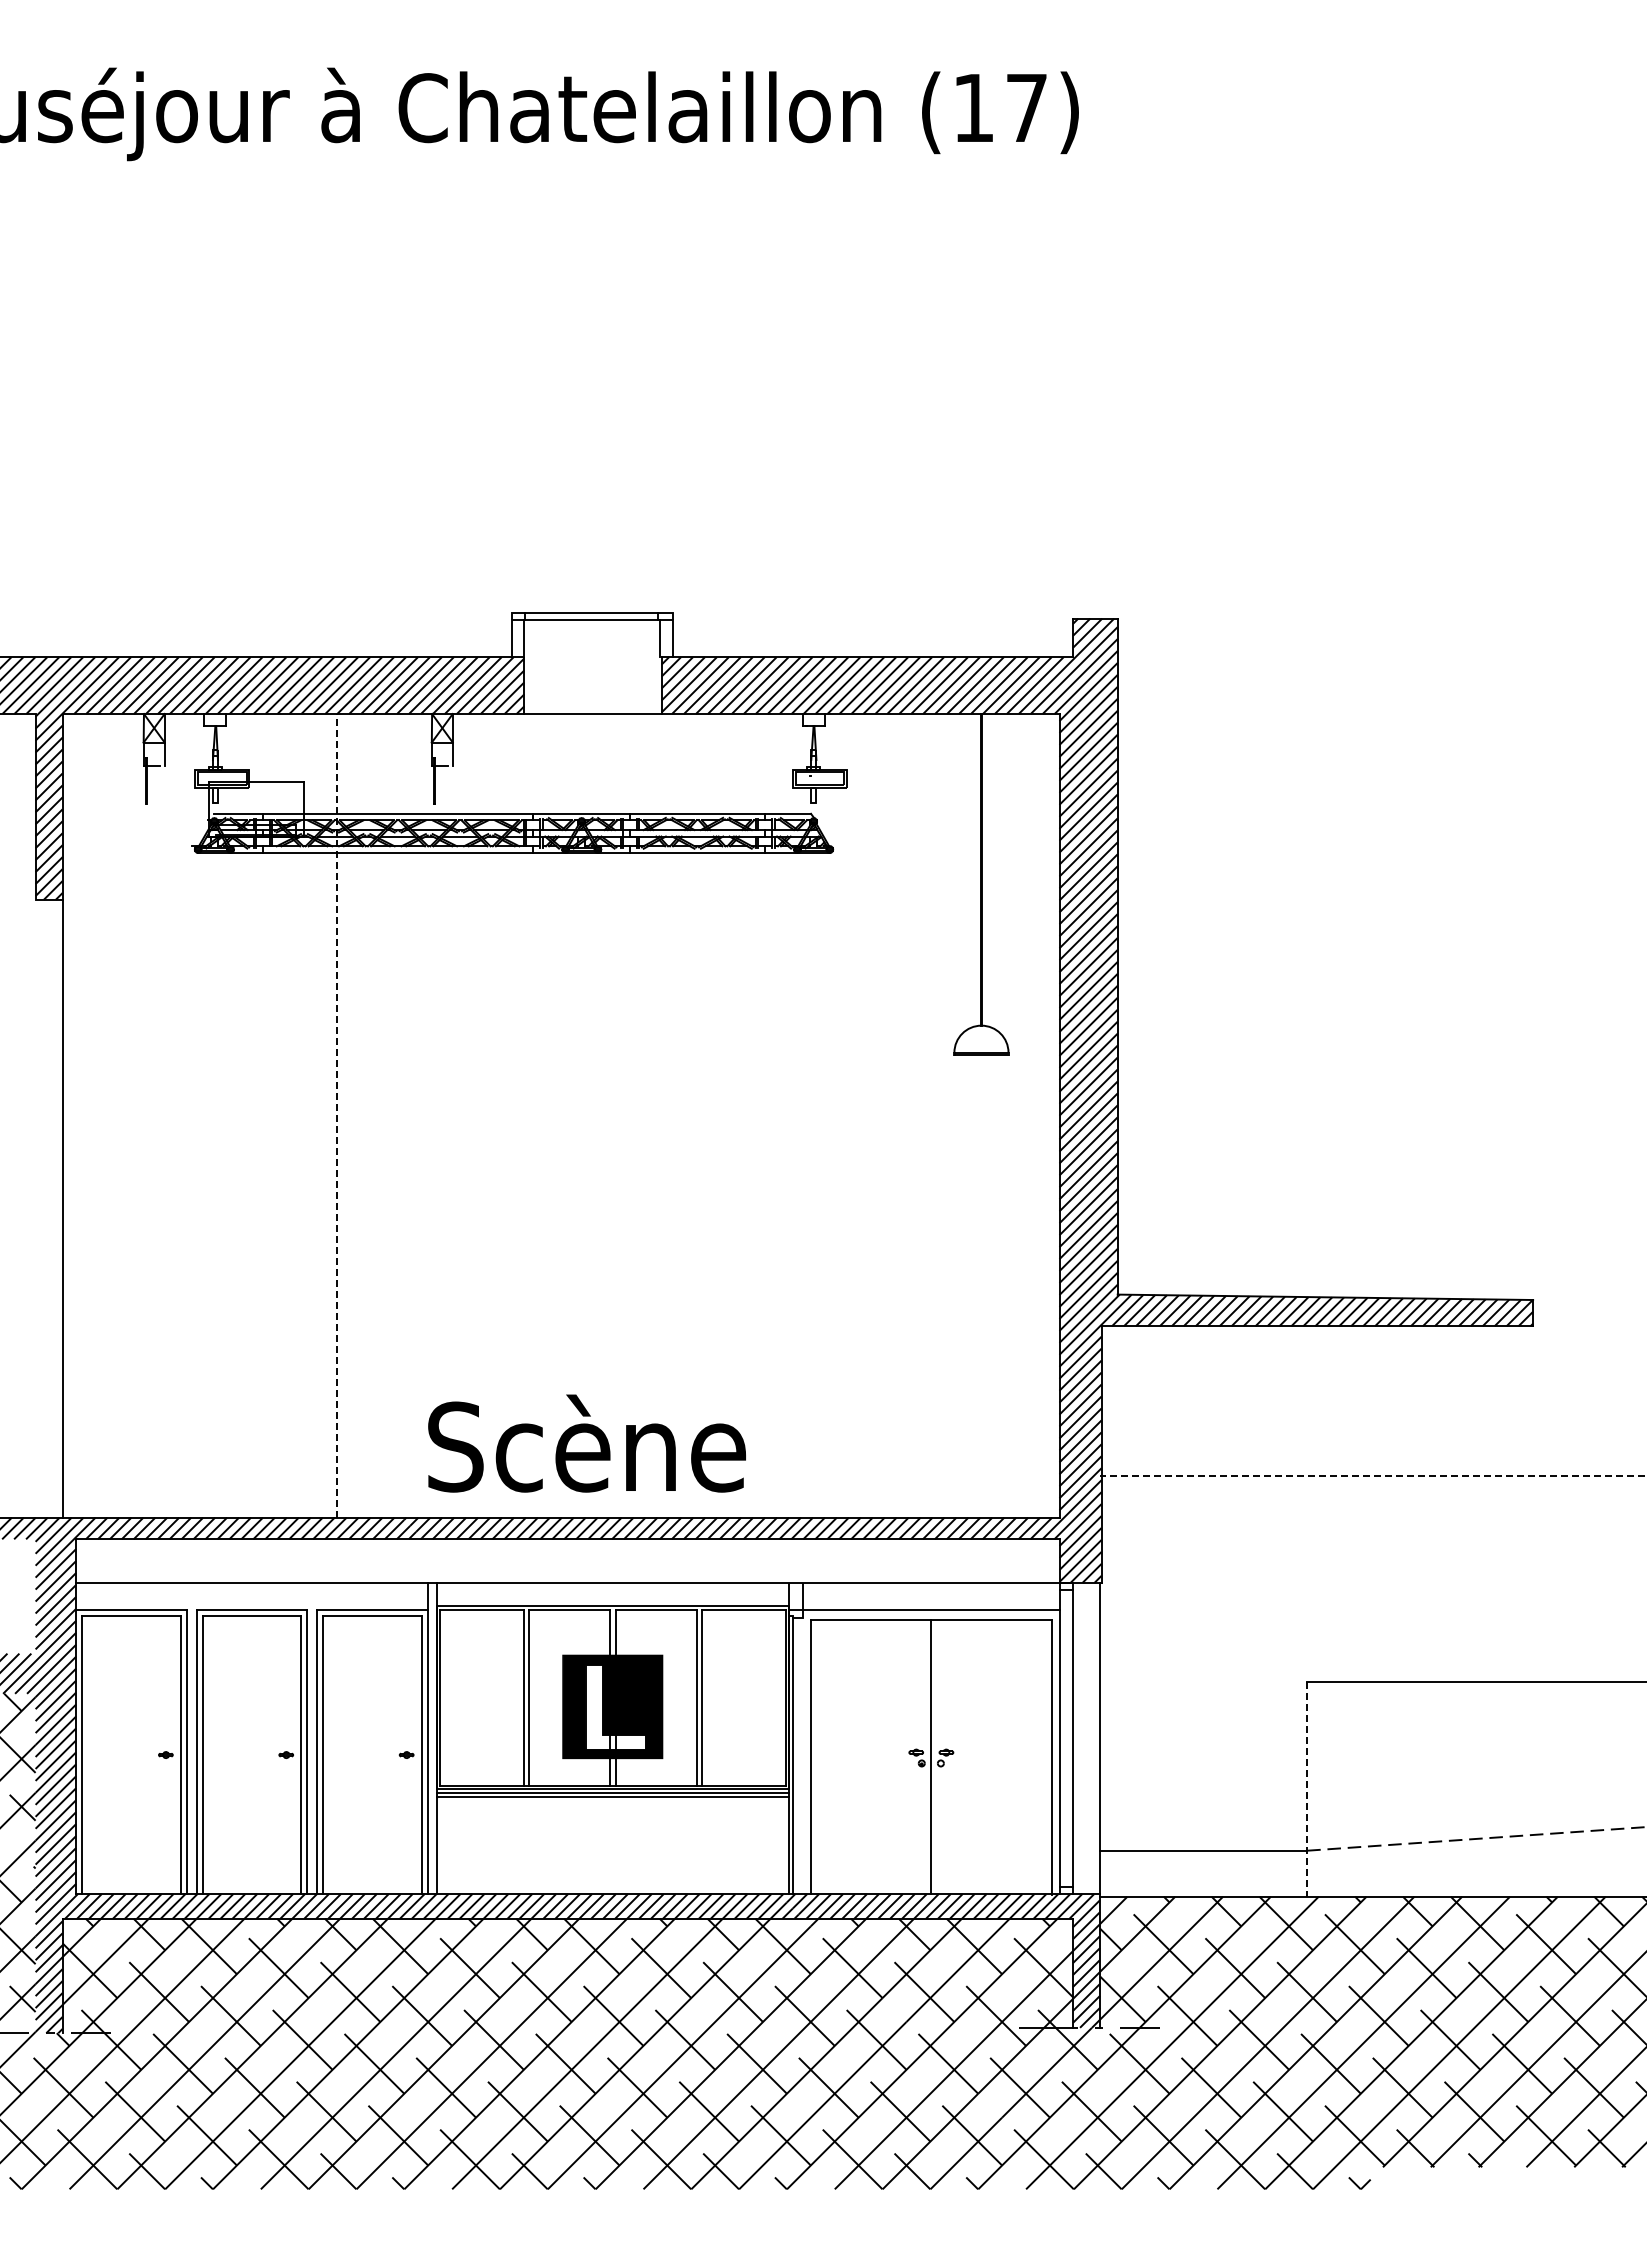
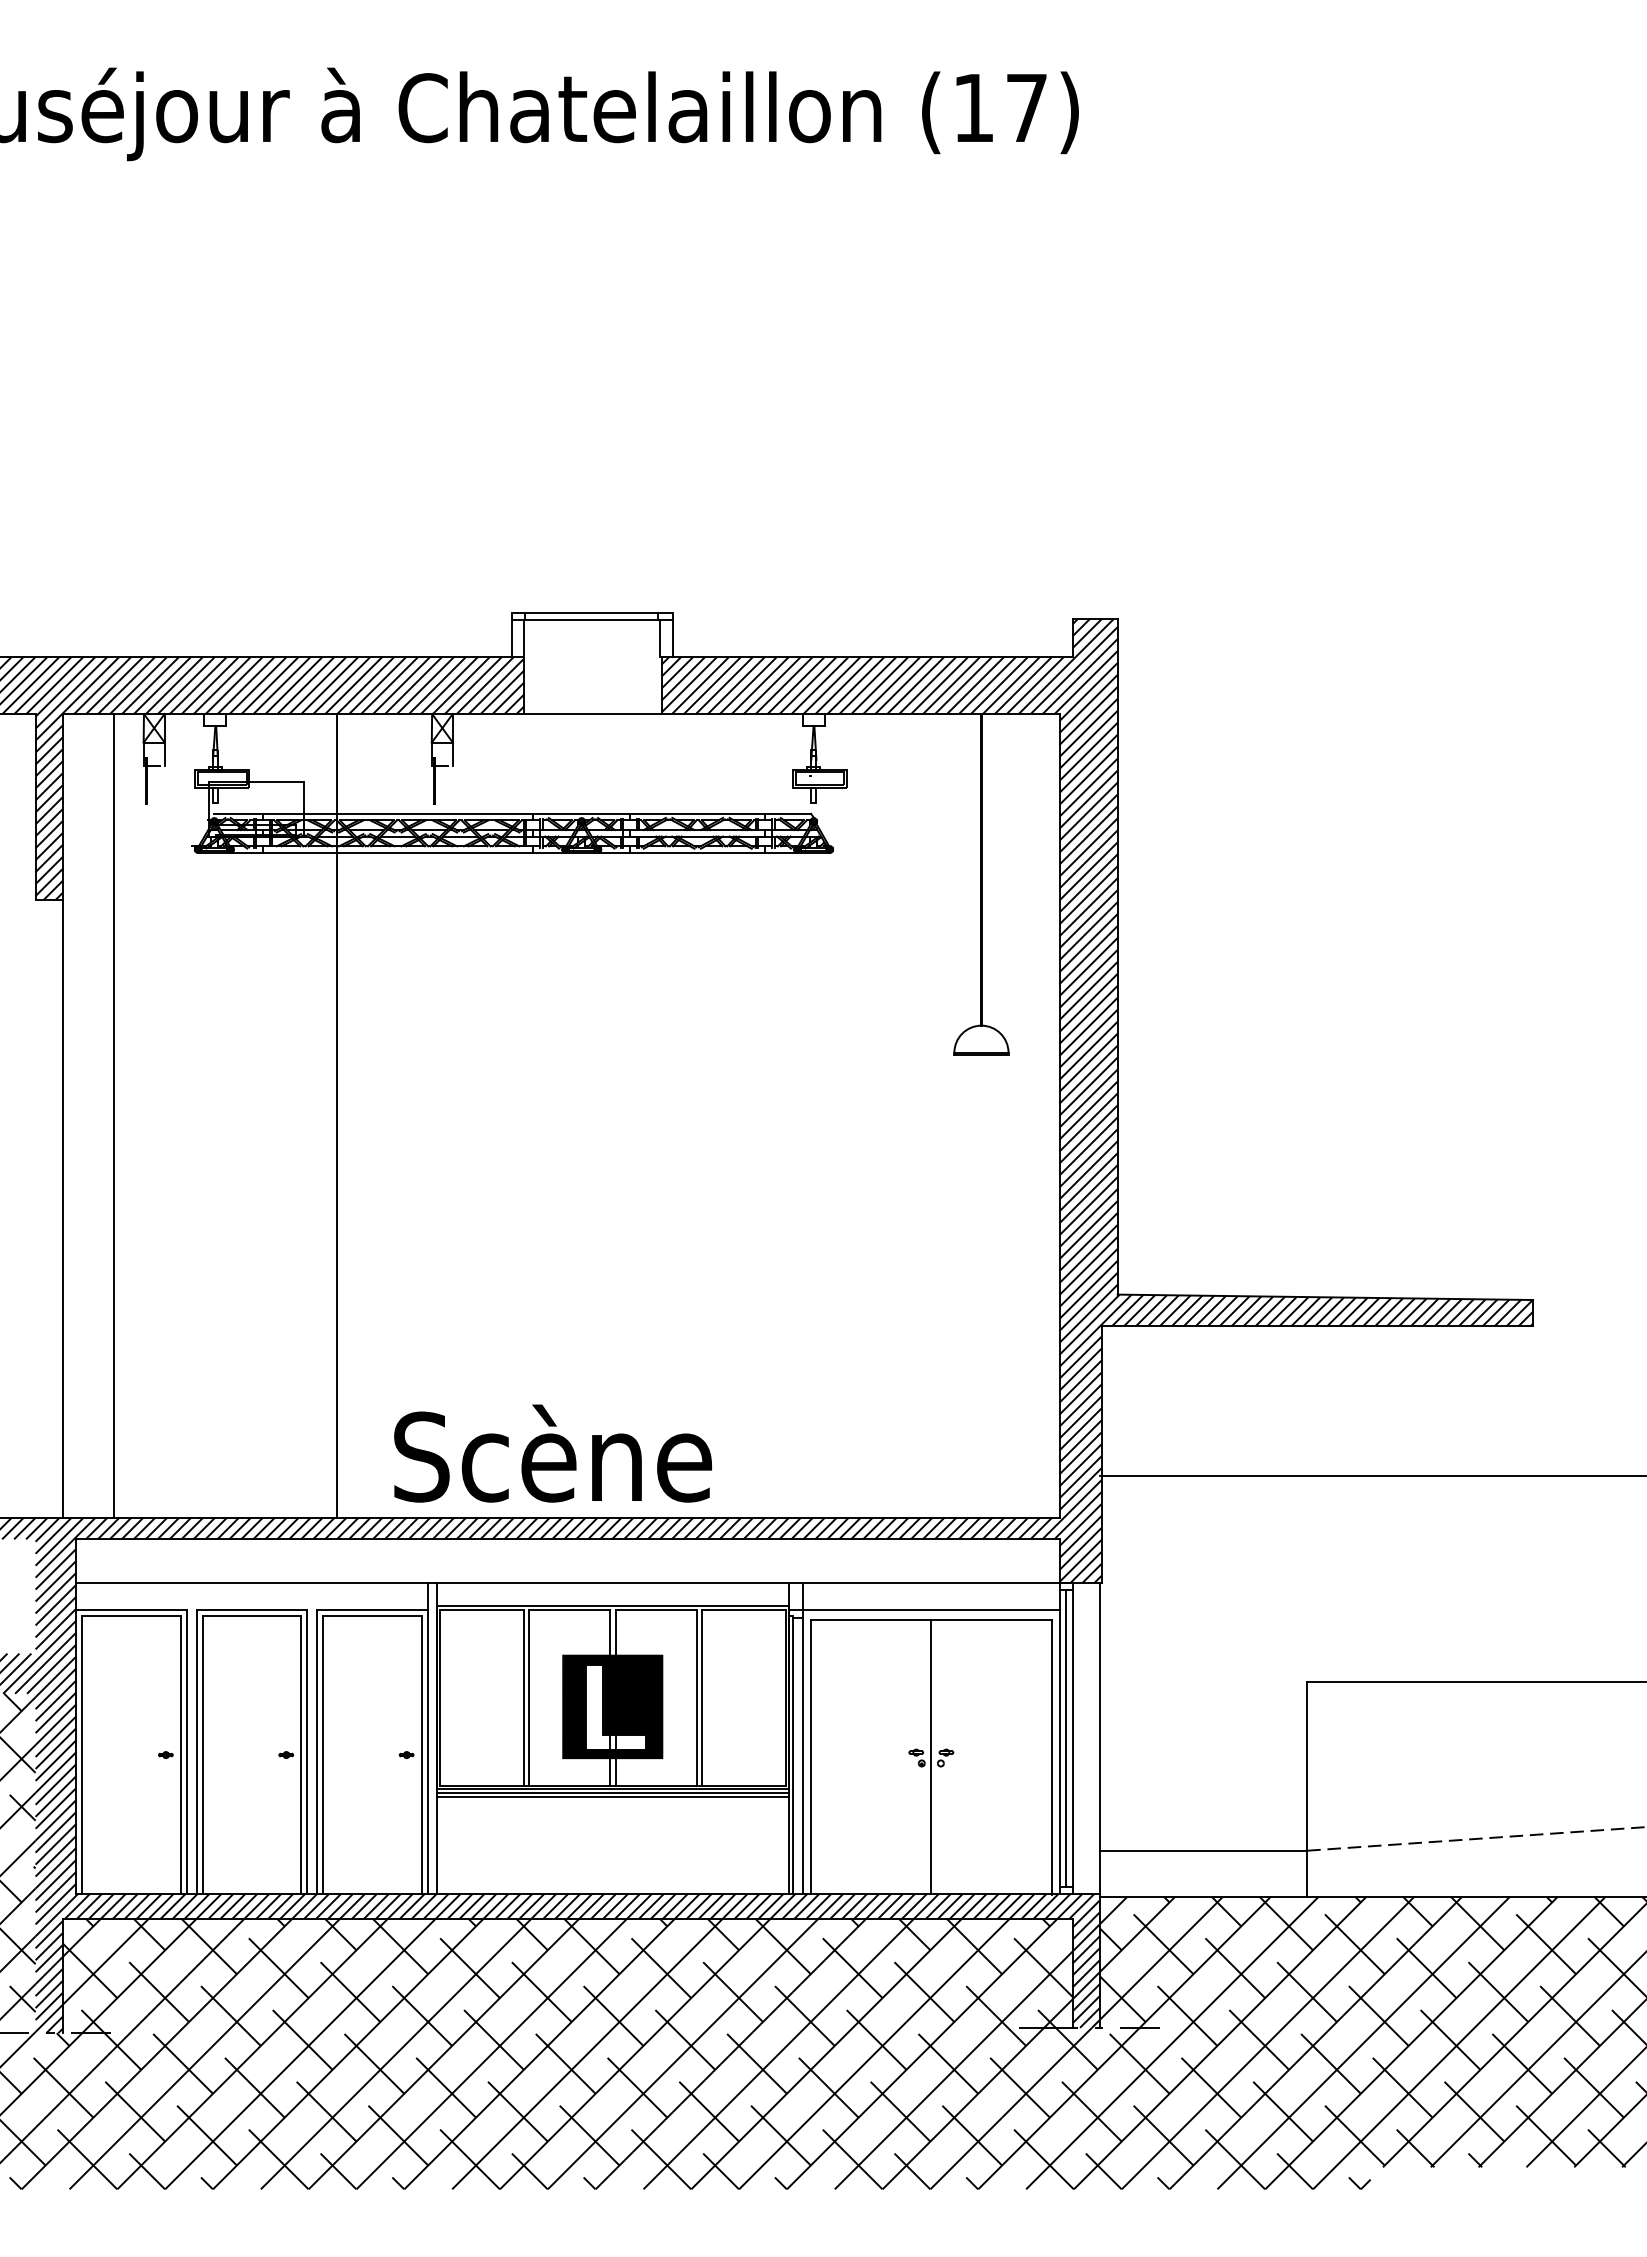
line at (114, 1115): none -> present
line at (337, 1115): dashed -> solid
text at (586, 1443) position: (586, 1443) -> (552, 1453)
line at (1373, 1475): dashed -> solid
line at (1066, 1738): none -> present
line at (802, 1756): none -> present
line at (1307, 1789): dashed -> solid
